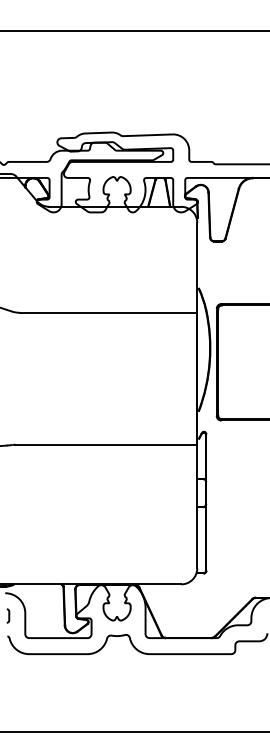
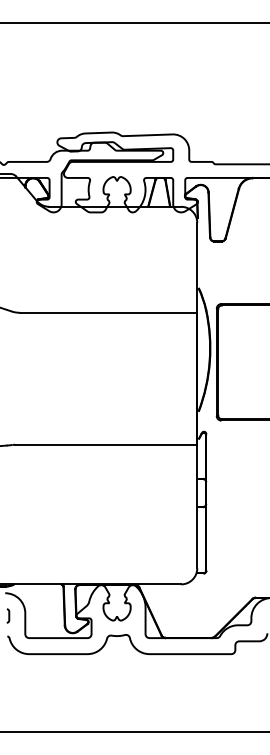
line at (134, 30) position: (134, 30) -> (134, 22)
